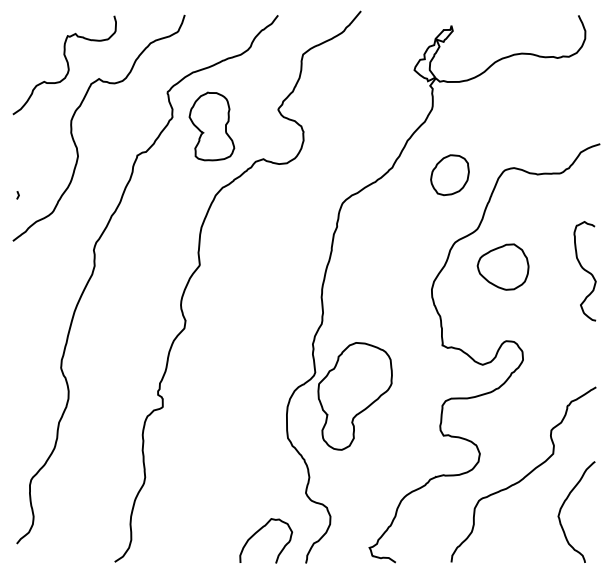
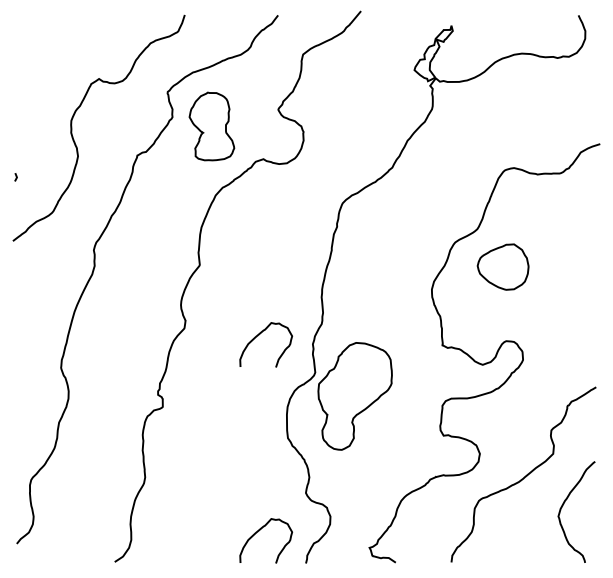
curve at (67, 65): present -> none
part at (449, 175): present -> none
line at (17, 195) position: (17, 195) -> (15, 177)
curve at (584, 270): present -> none
curve at (259, 335): none -> present
